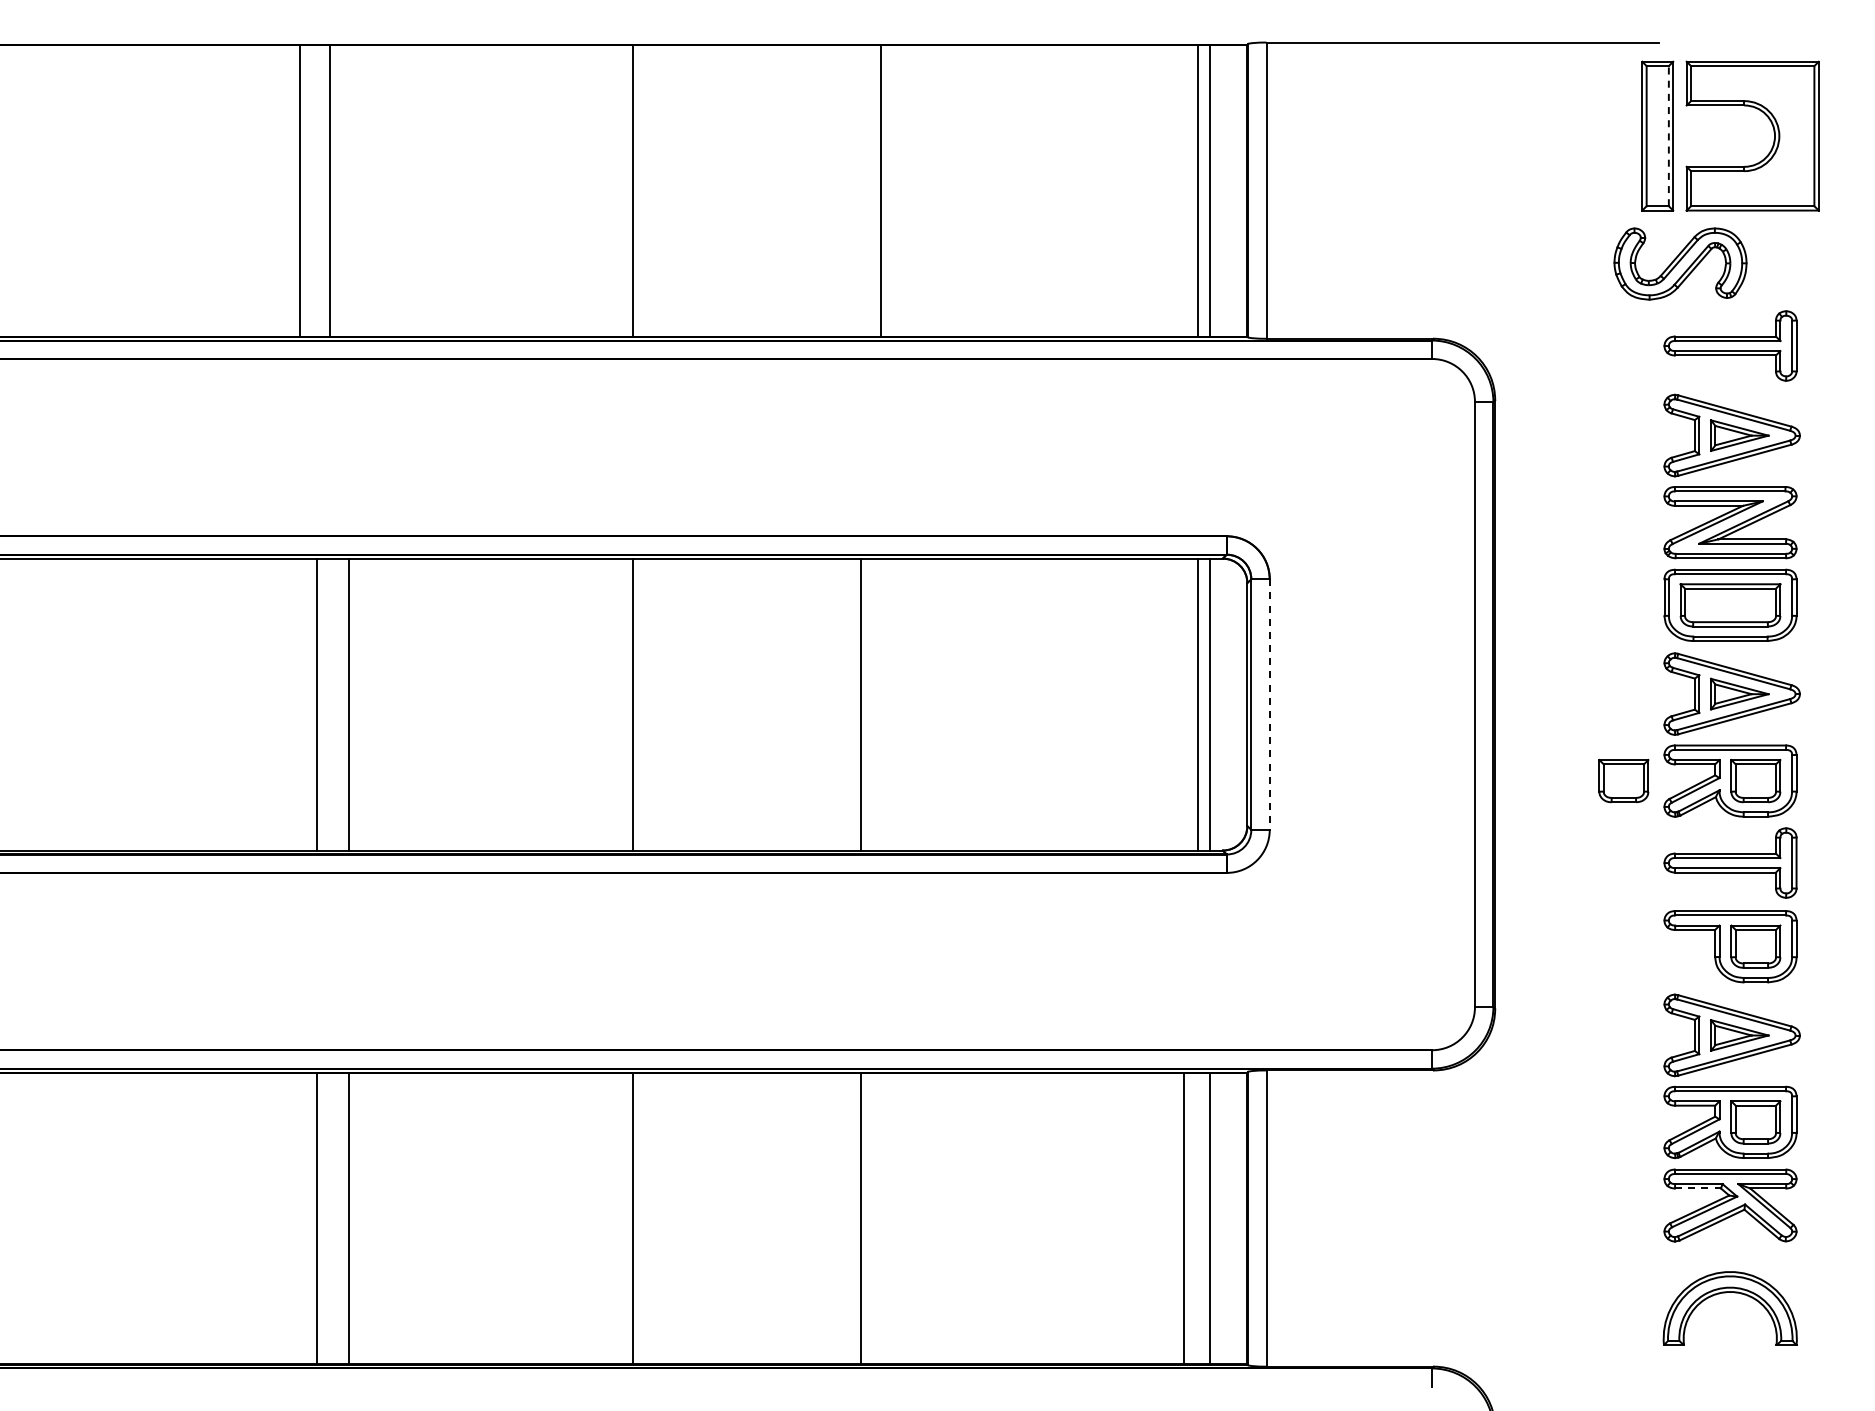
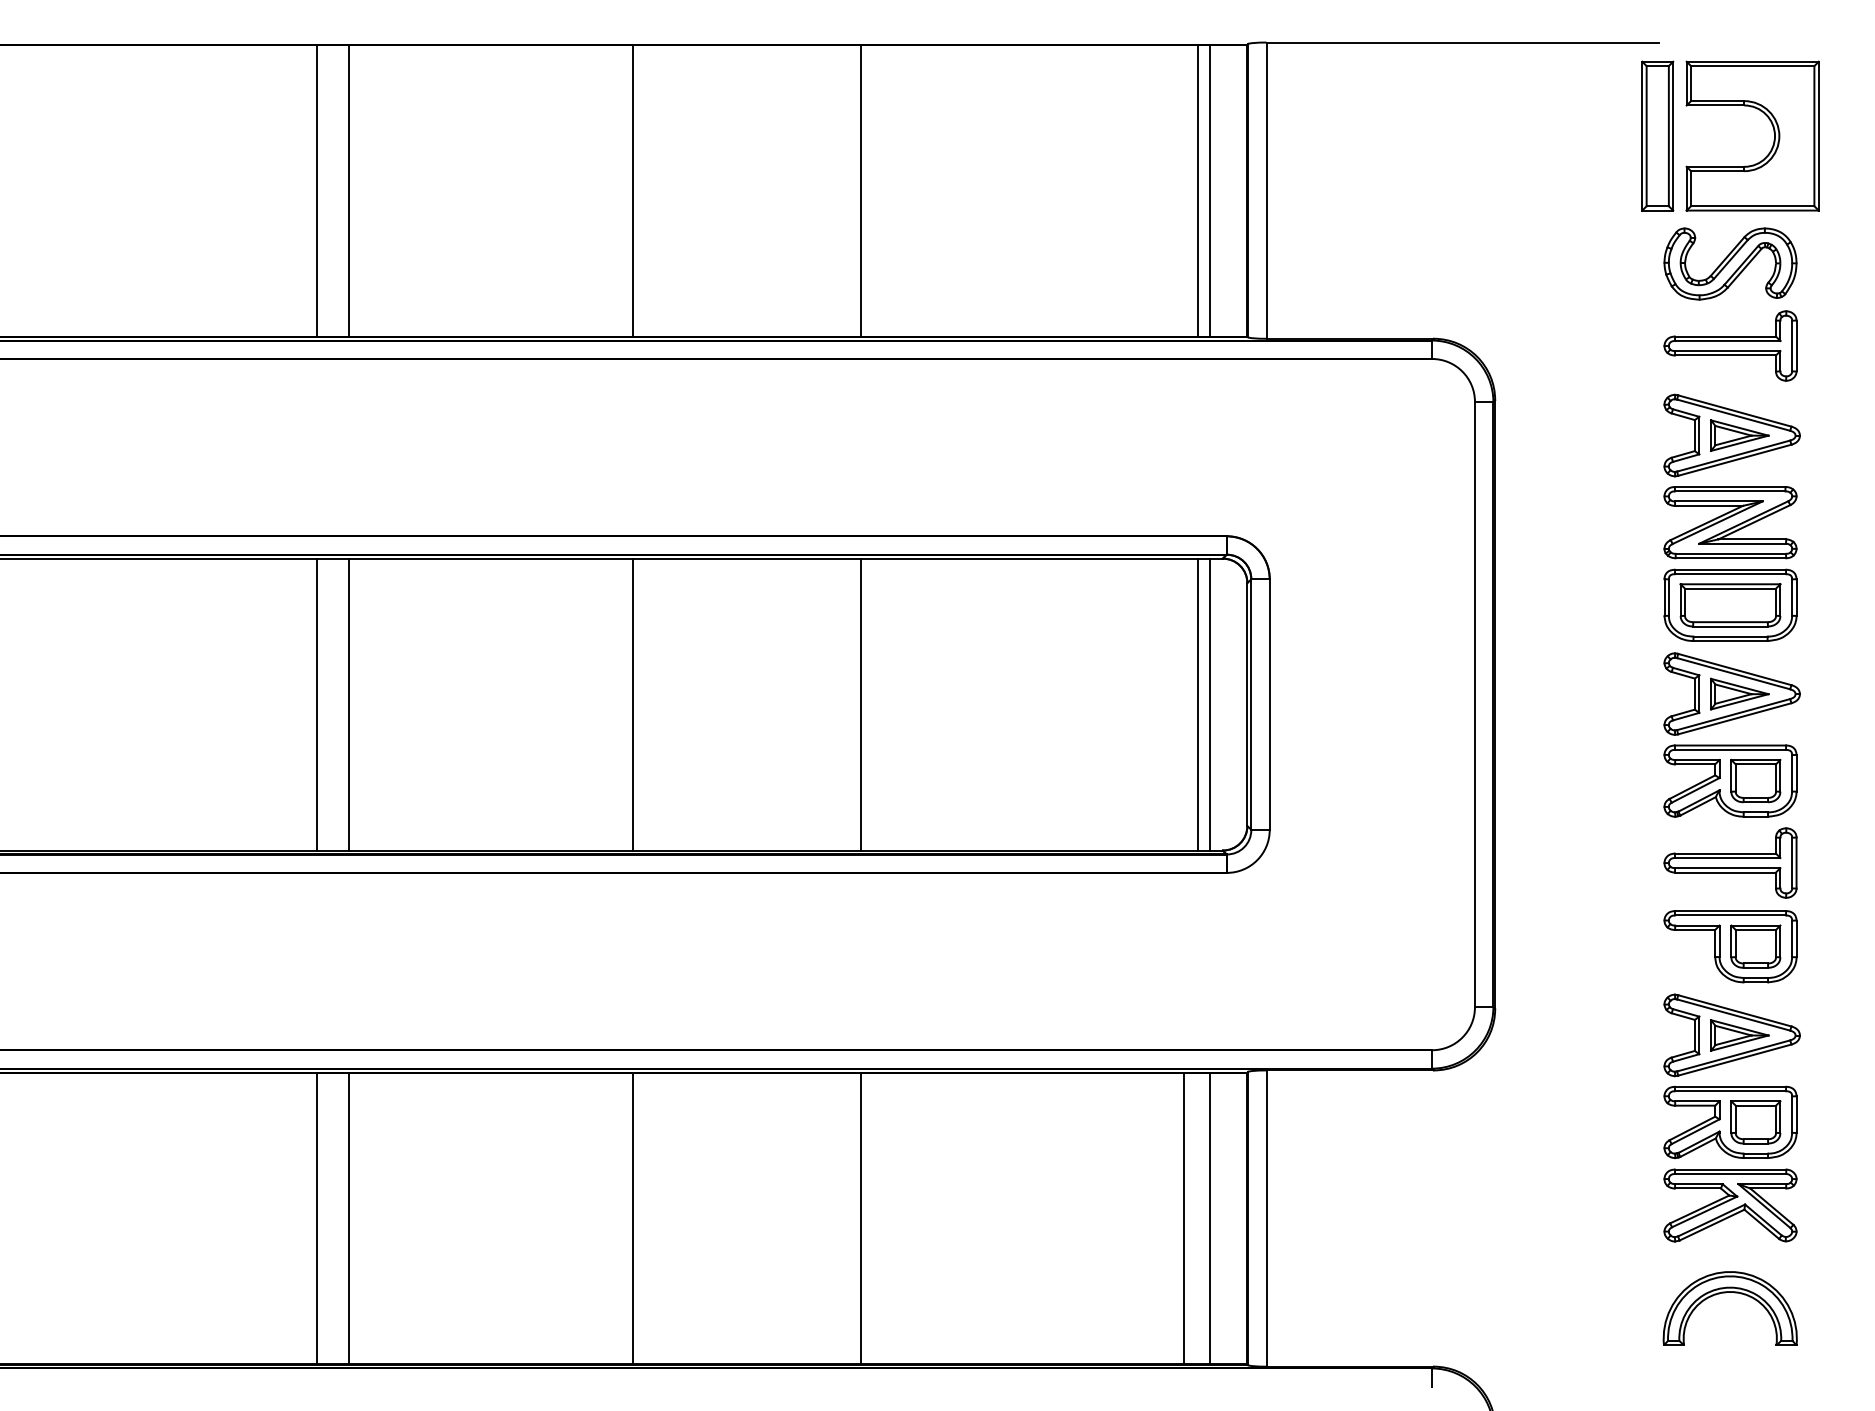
line at (1668, 135): dashed -> solid
line at (299, 190) position: (299, 190) -> (316, 190)
line at (330, 190) position: (330, 190) -> (349, 190)
line at (881, 190) position: (881, 190) -> (861, 190)
part at (1680, 263) position: (1680, 263) -> (1730, 263)
line at (1269, 705): dashed -> solid
part at (1623, 781): present -> none
line at (1698, 1188): dashed -> solid
